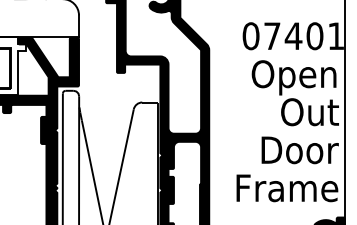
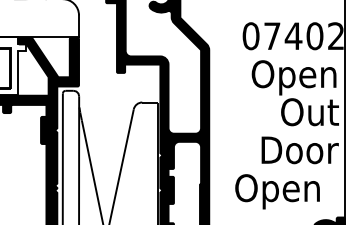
text at (335, 35): 07401 -> 07402
text at (286, 191): Frame -> Open
